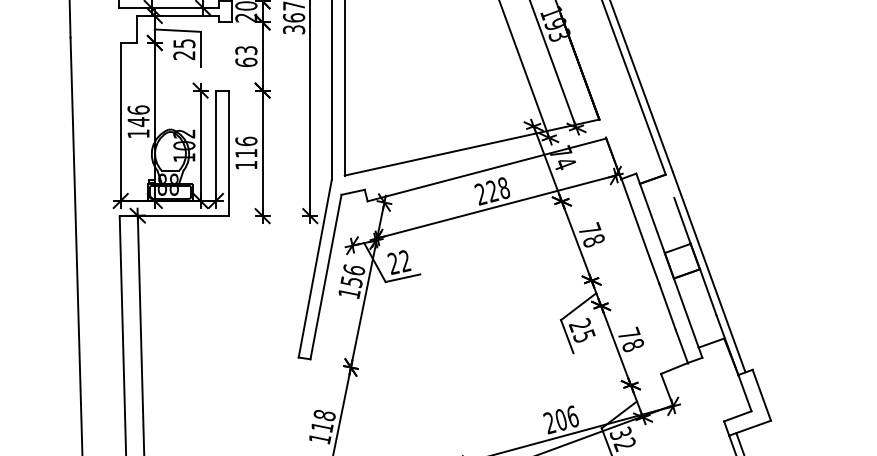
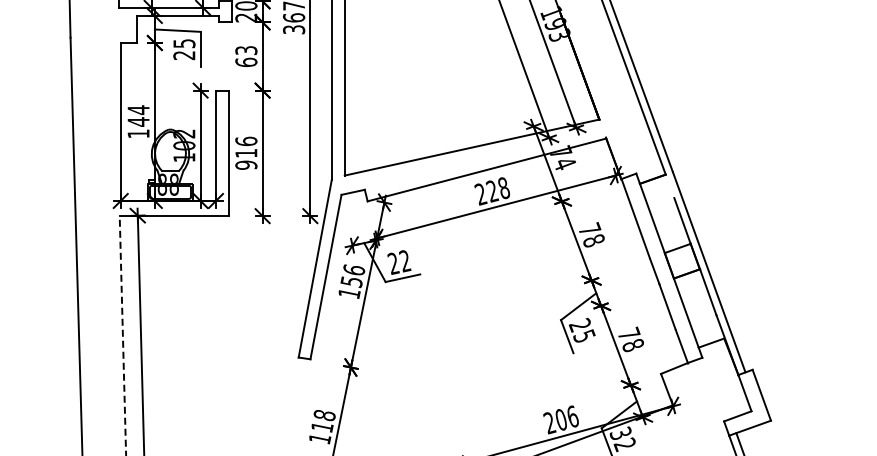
text at (138, 110): 146 -> 144
text at (246, 164): 116 -> 916
line at (122, 336): solid -> dashed
